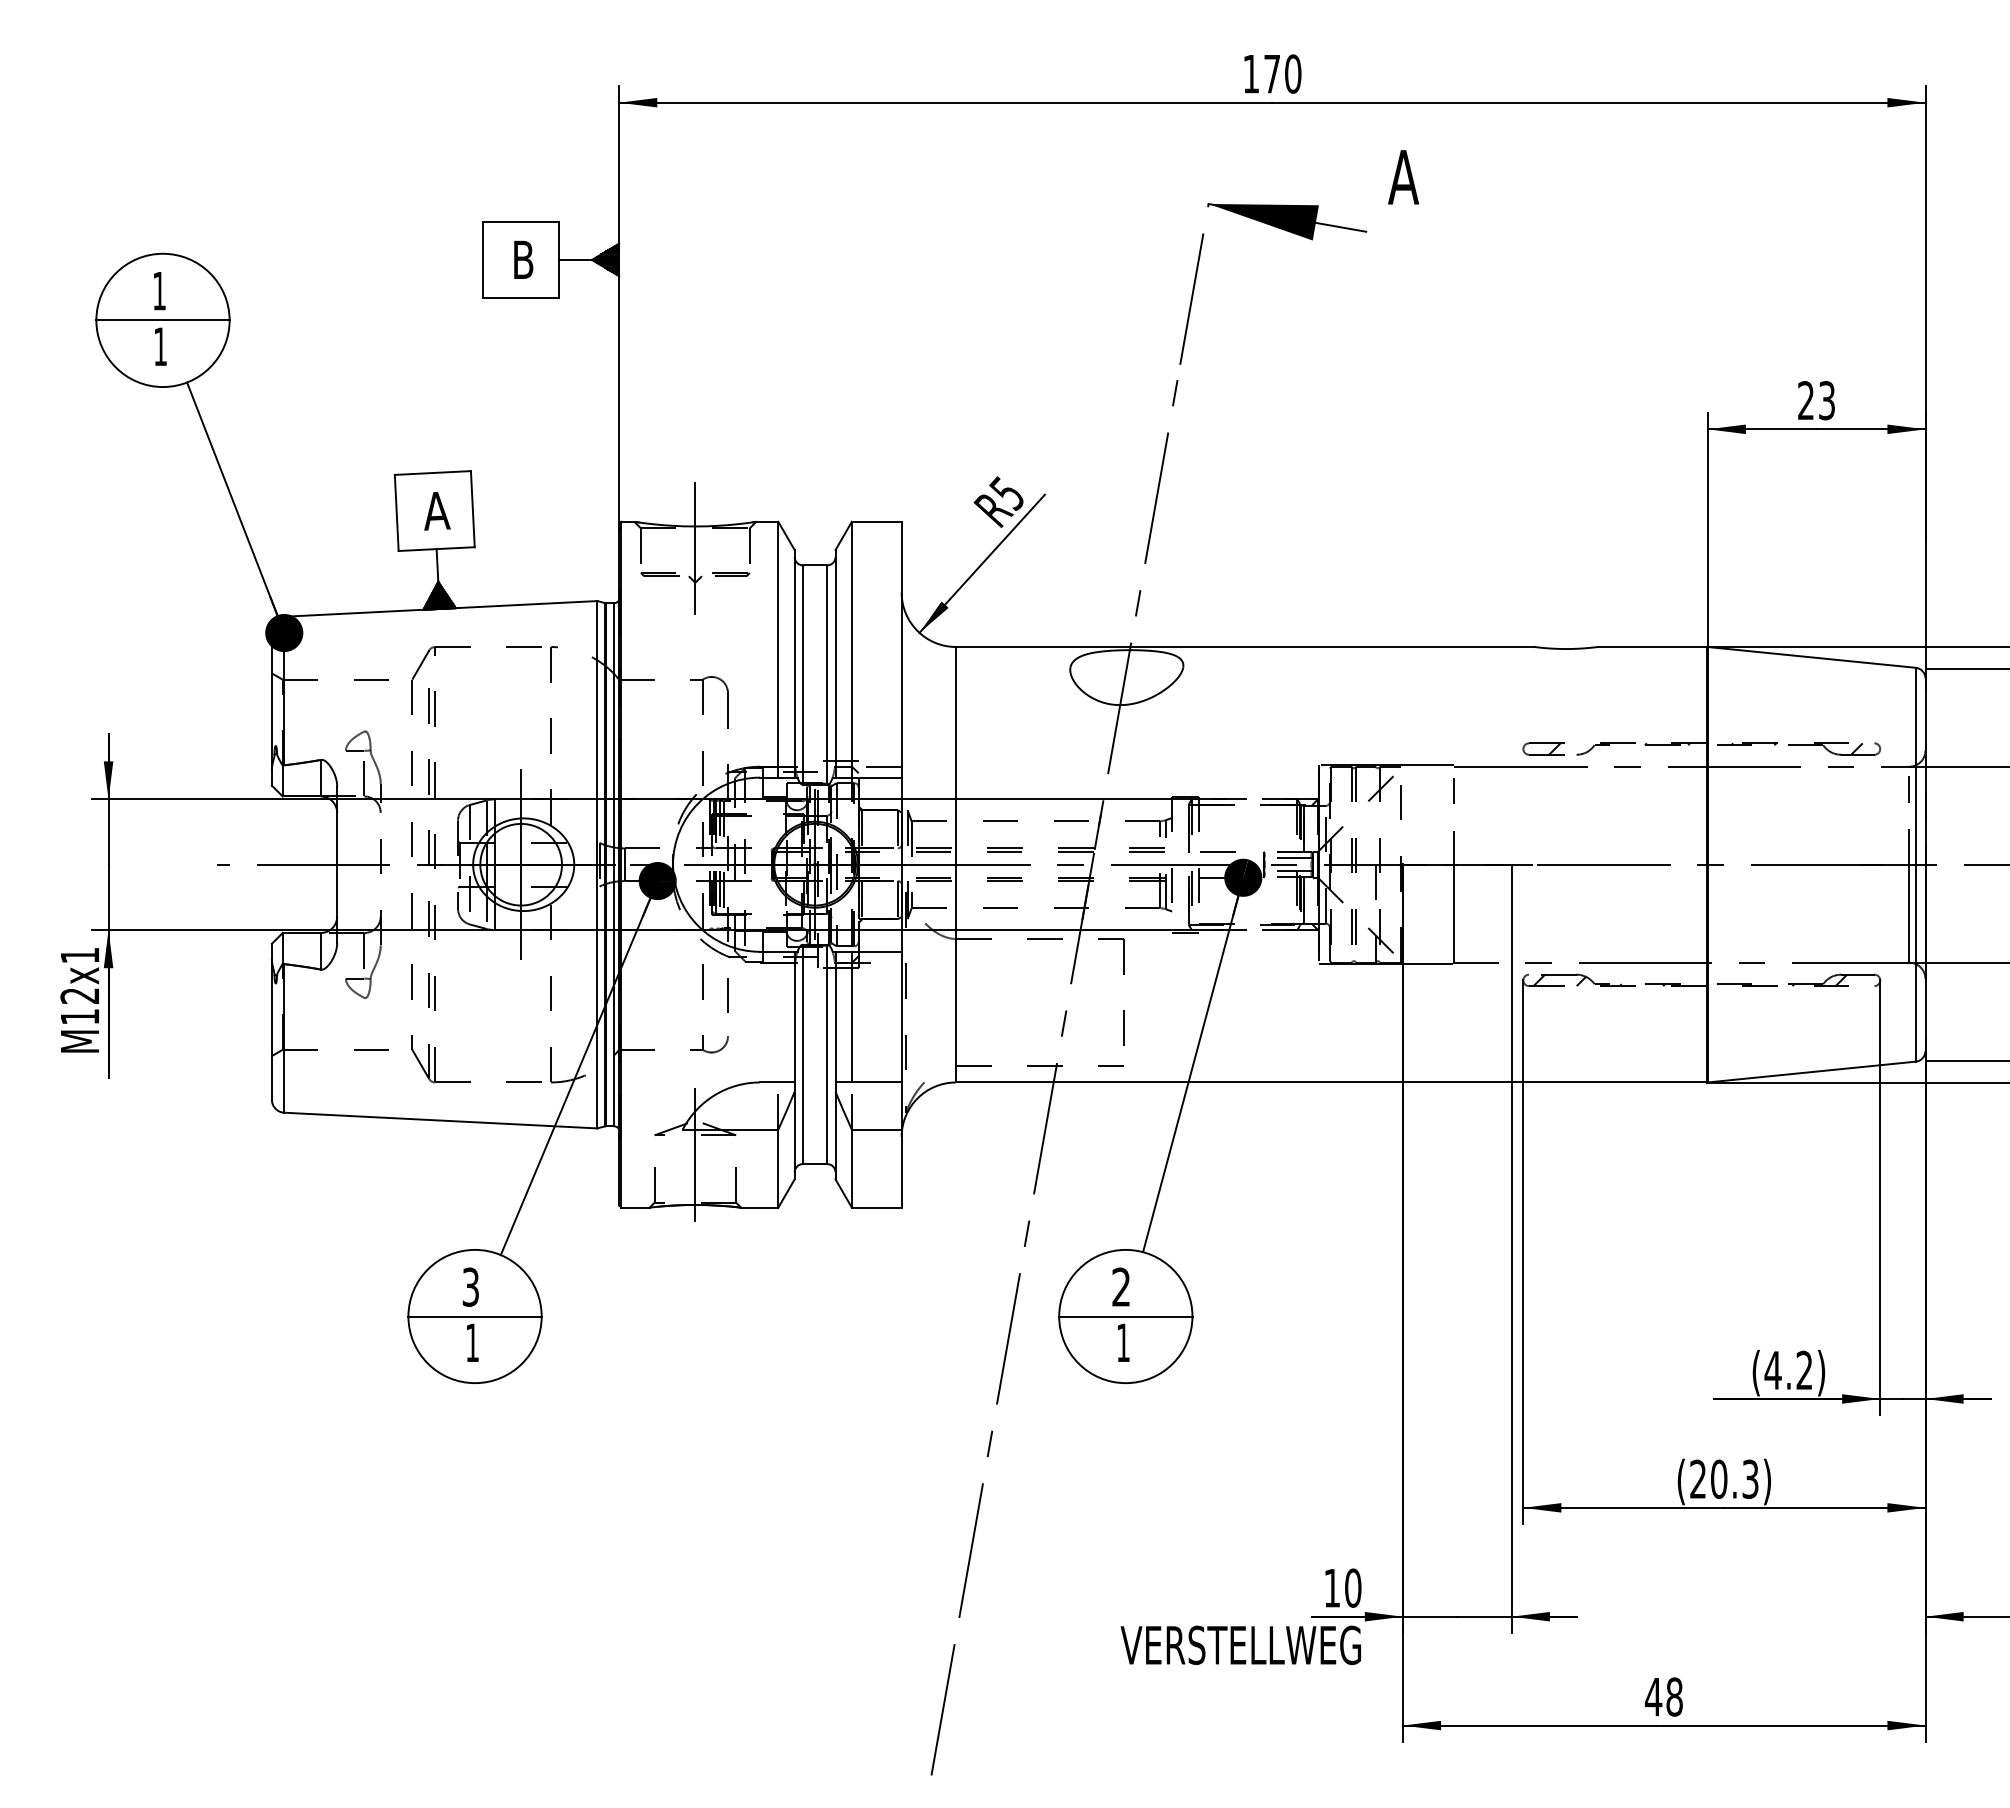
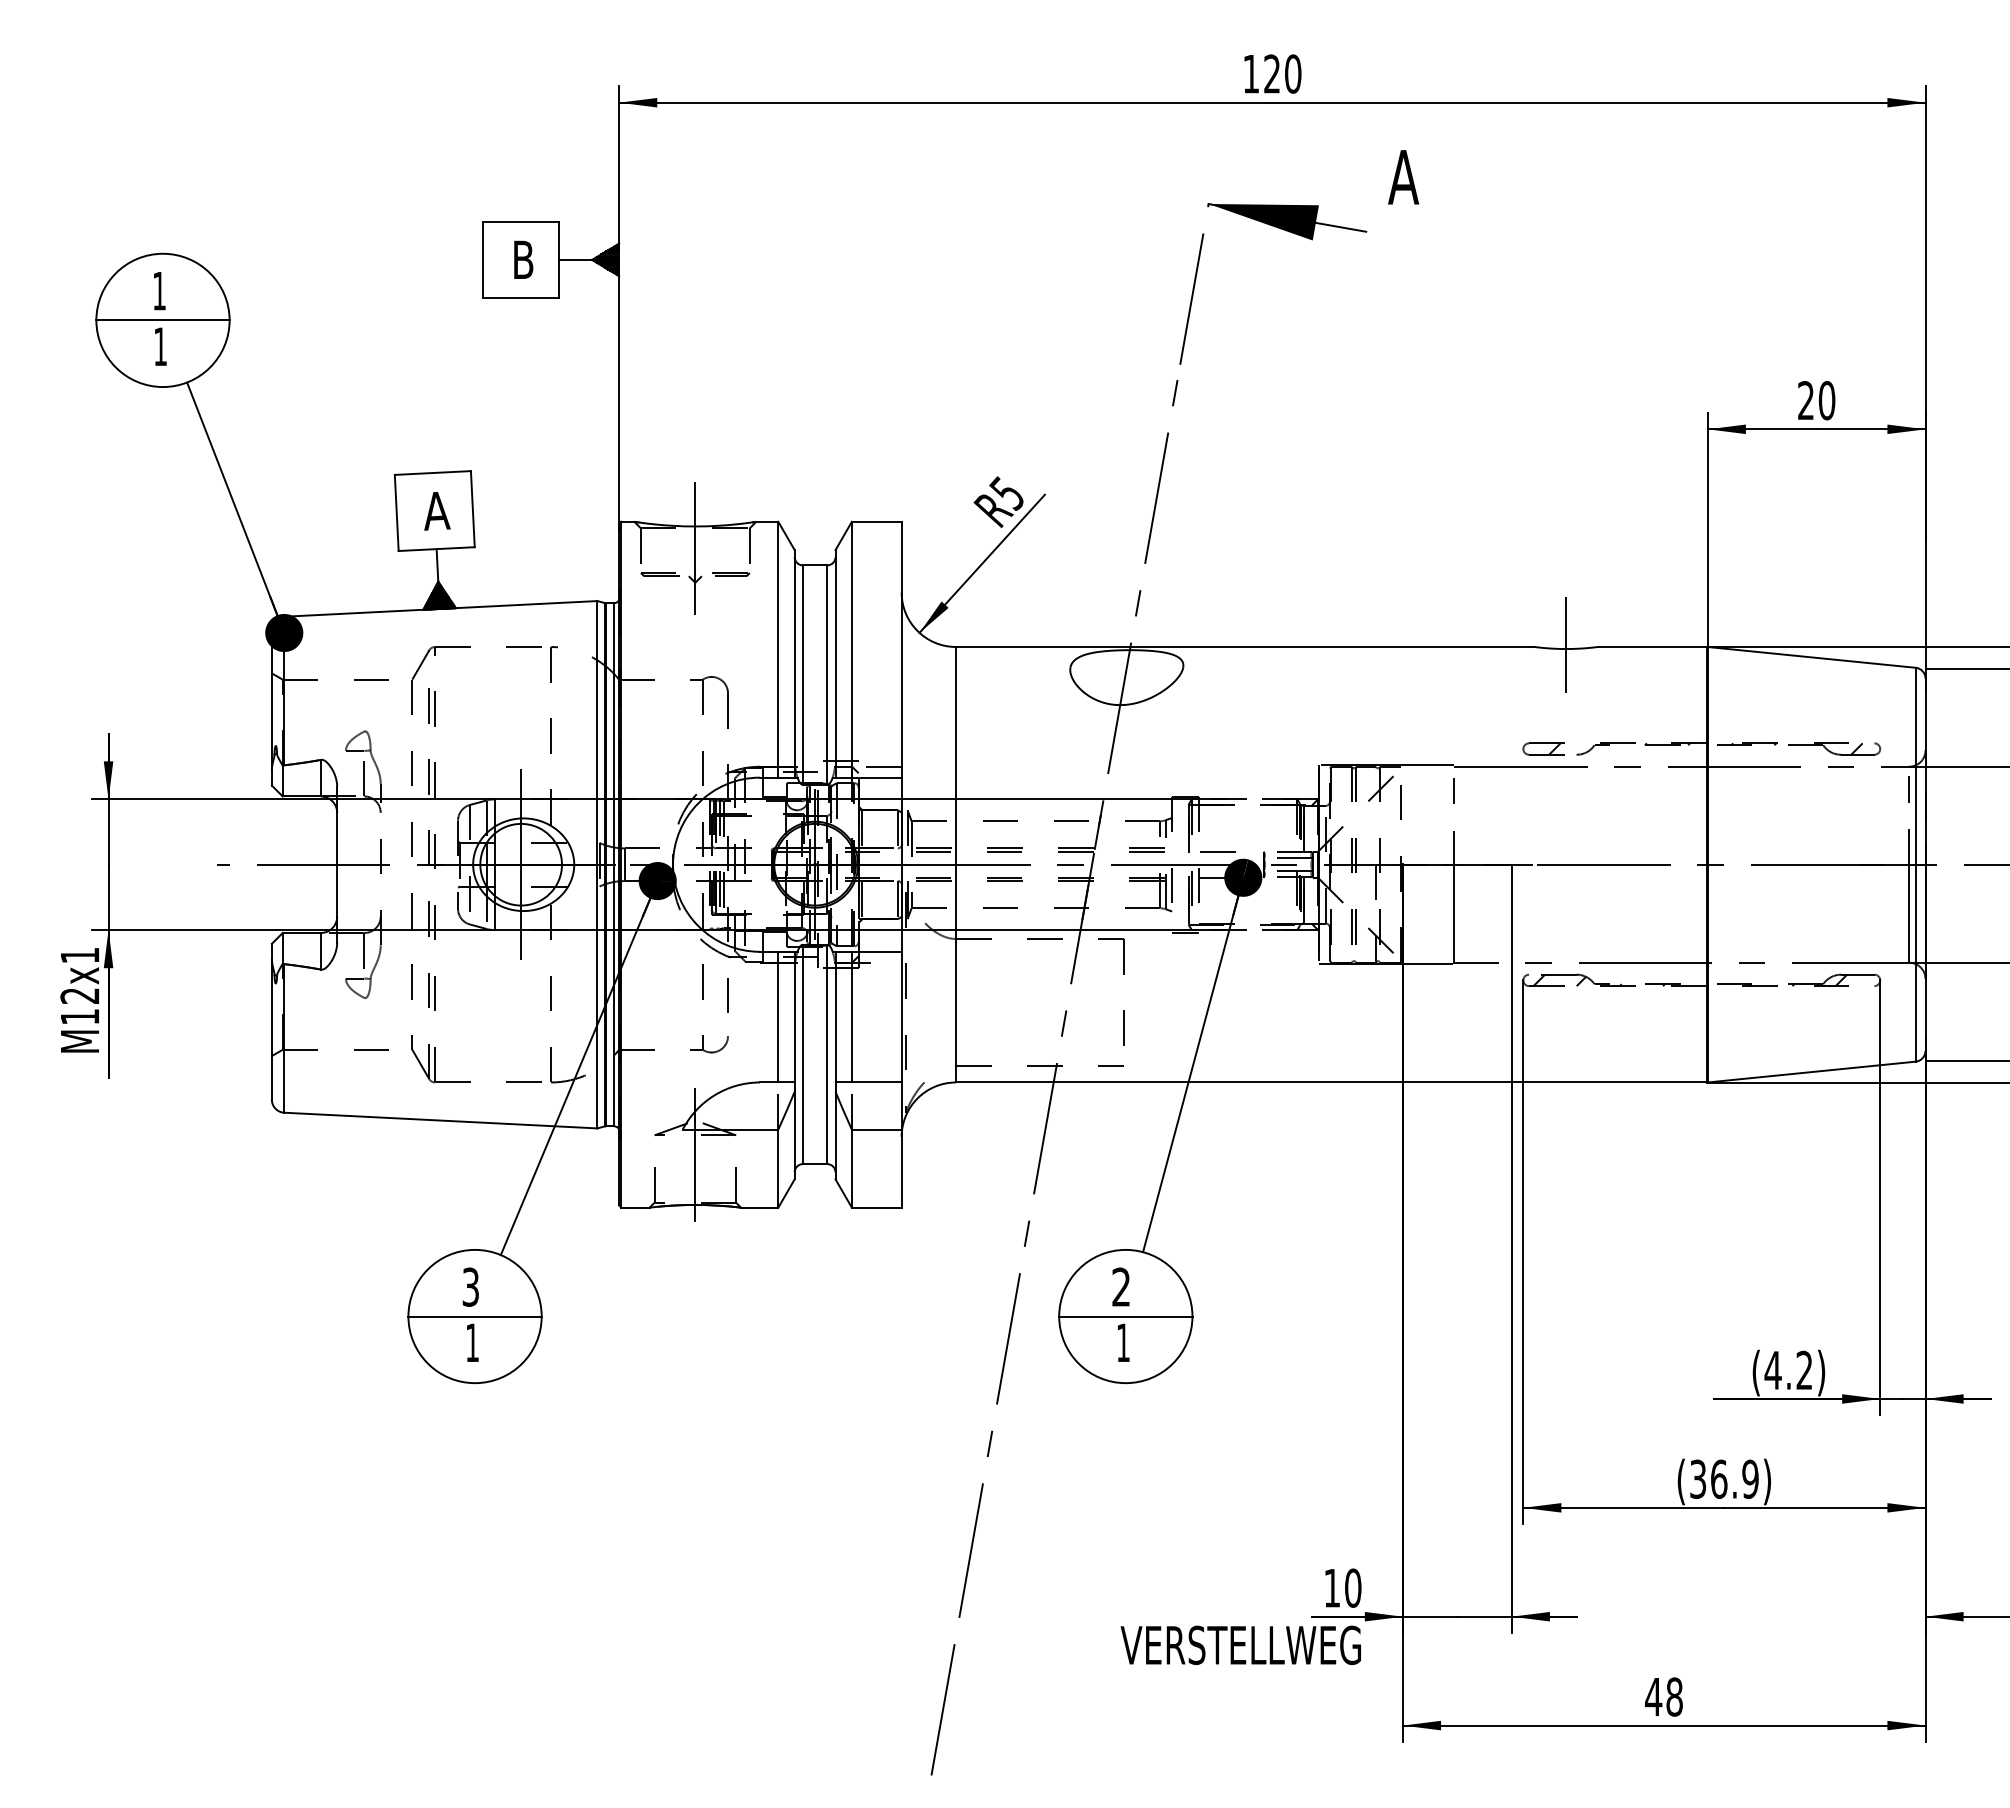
text at (1271, 73): 170 -> 120
text at (1826, 400): 23 -> 20
line at (1566, 644): none -> present
line at (778, 1016): none -> present
text at (1724, 1478): (20.3) -> (36.9)
